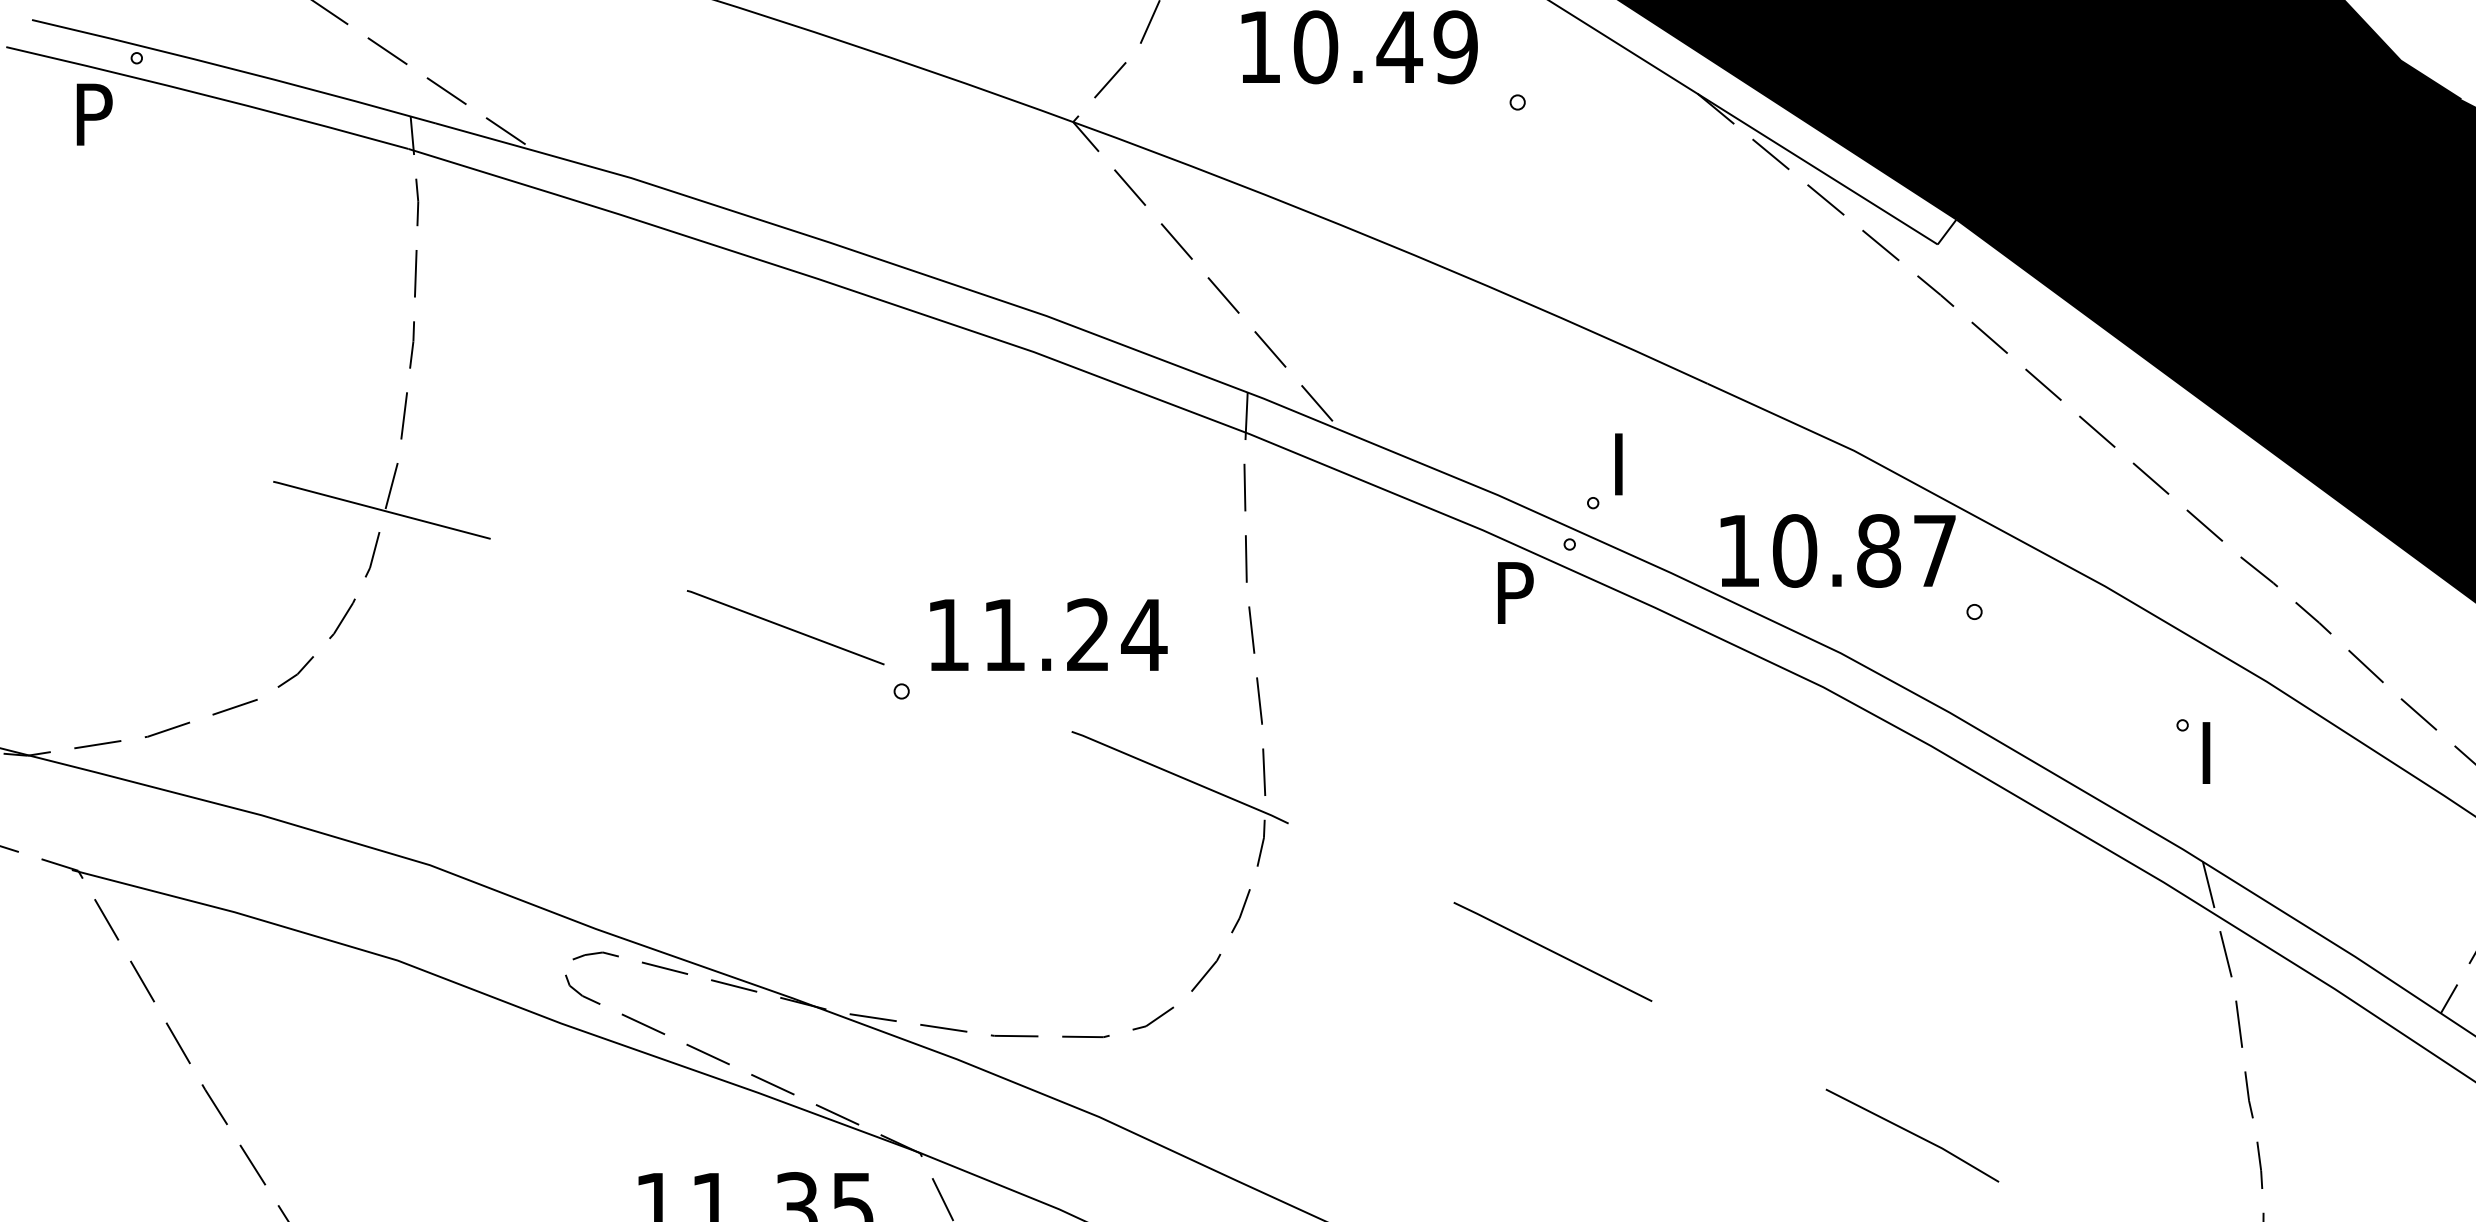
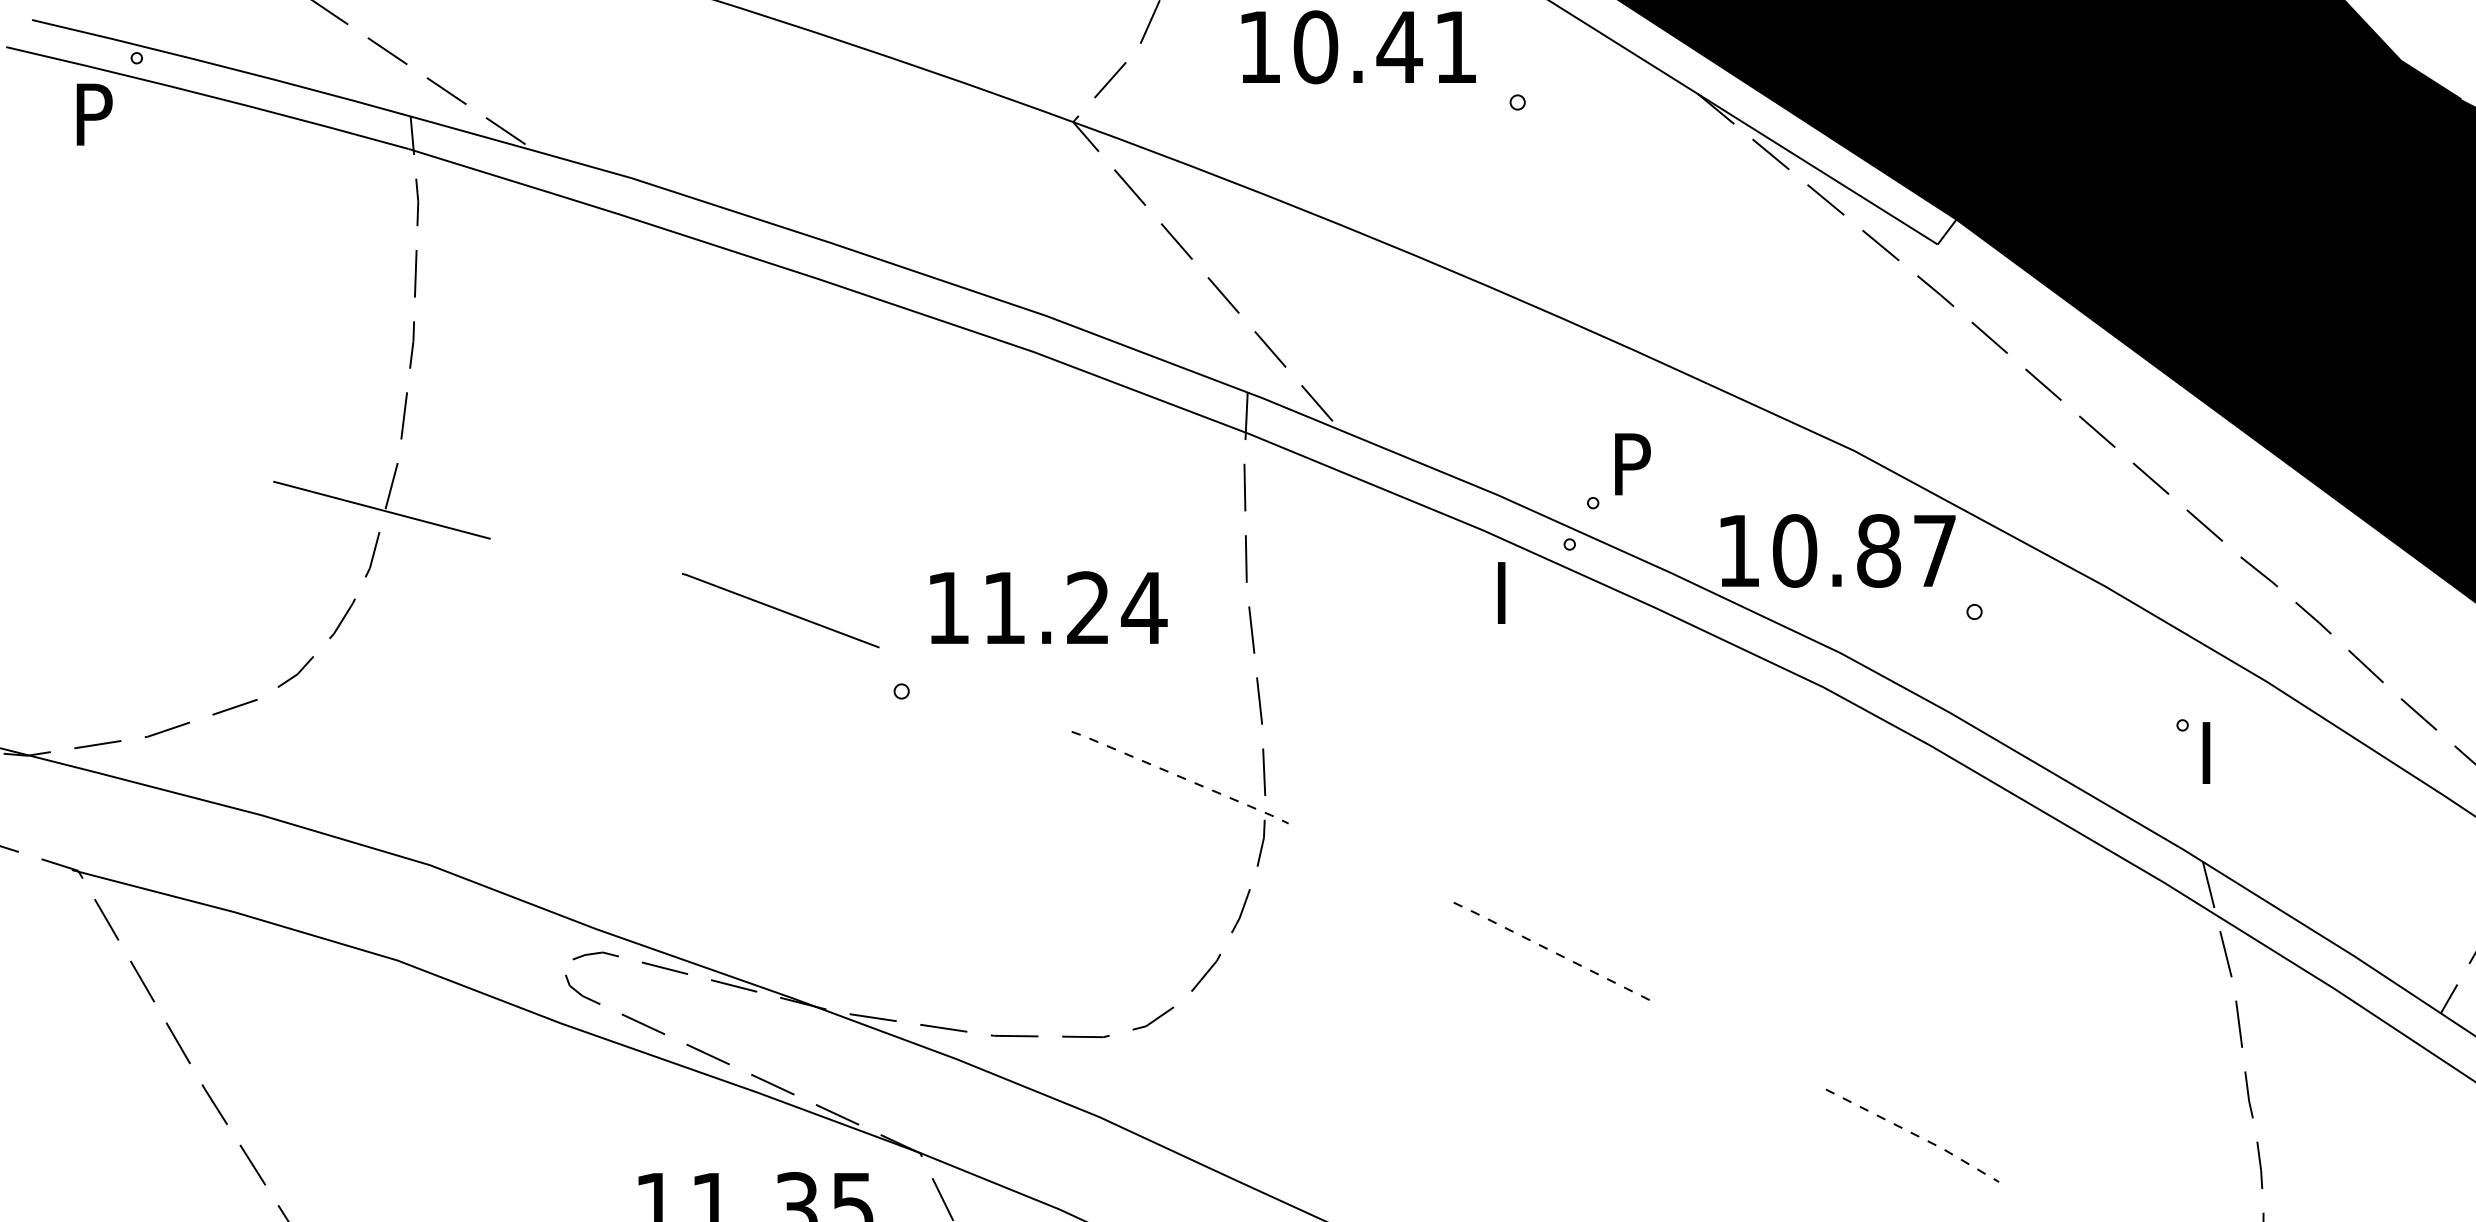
text at (1455, 47): 10.49 -> 10.41
text at (1636, 451): I -> P
text at (1519, 580): P -> I
line at (785, 627) position: (785, 627) -> (780, 610)
text at (1048, 634) position: (1048, 634) -> (1048, 607)
line at (1180, 776): solid -> dashed
line at (1552, 951): solid -> dashed
line at (1914, 1134): solid -> dashed
